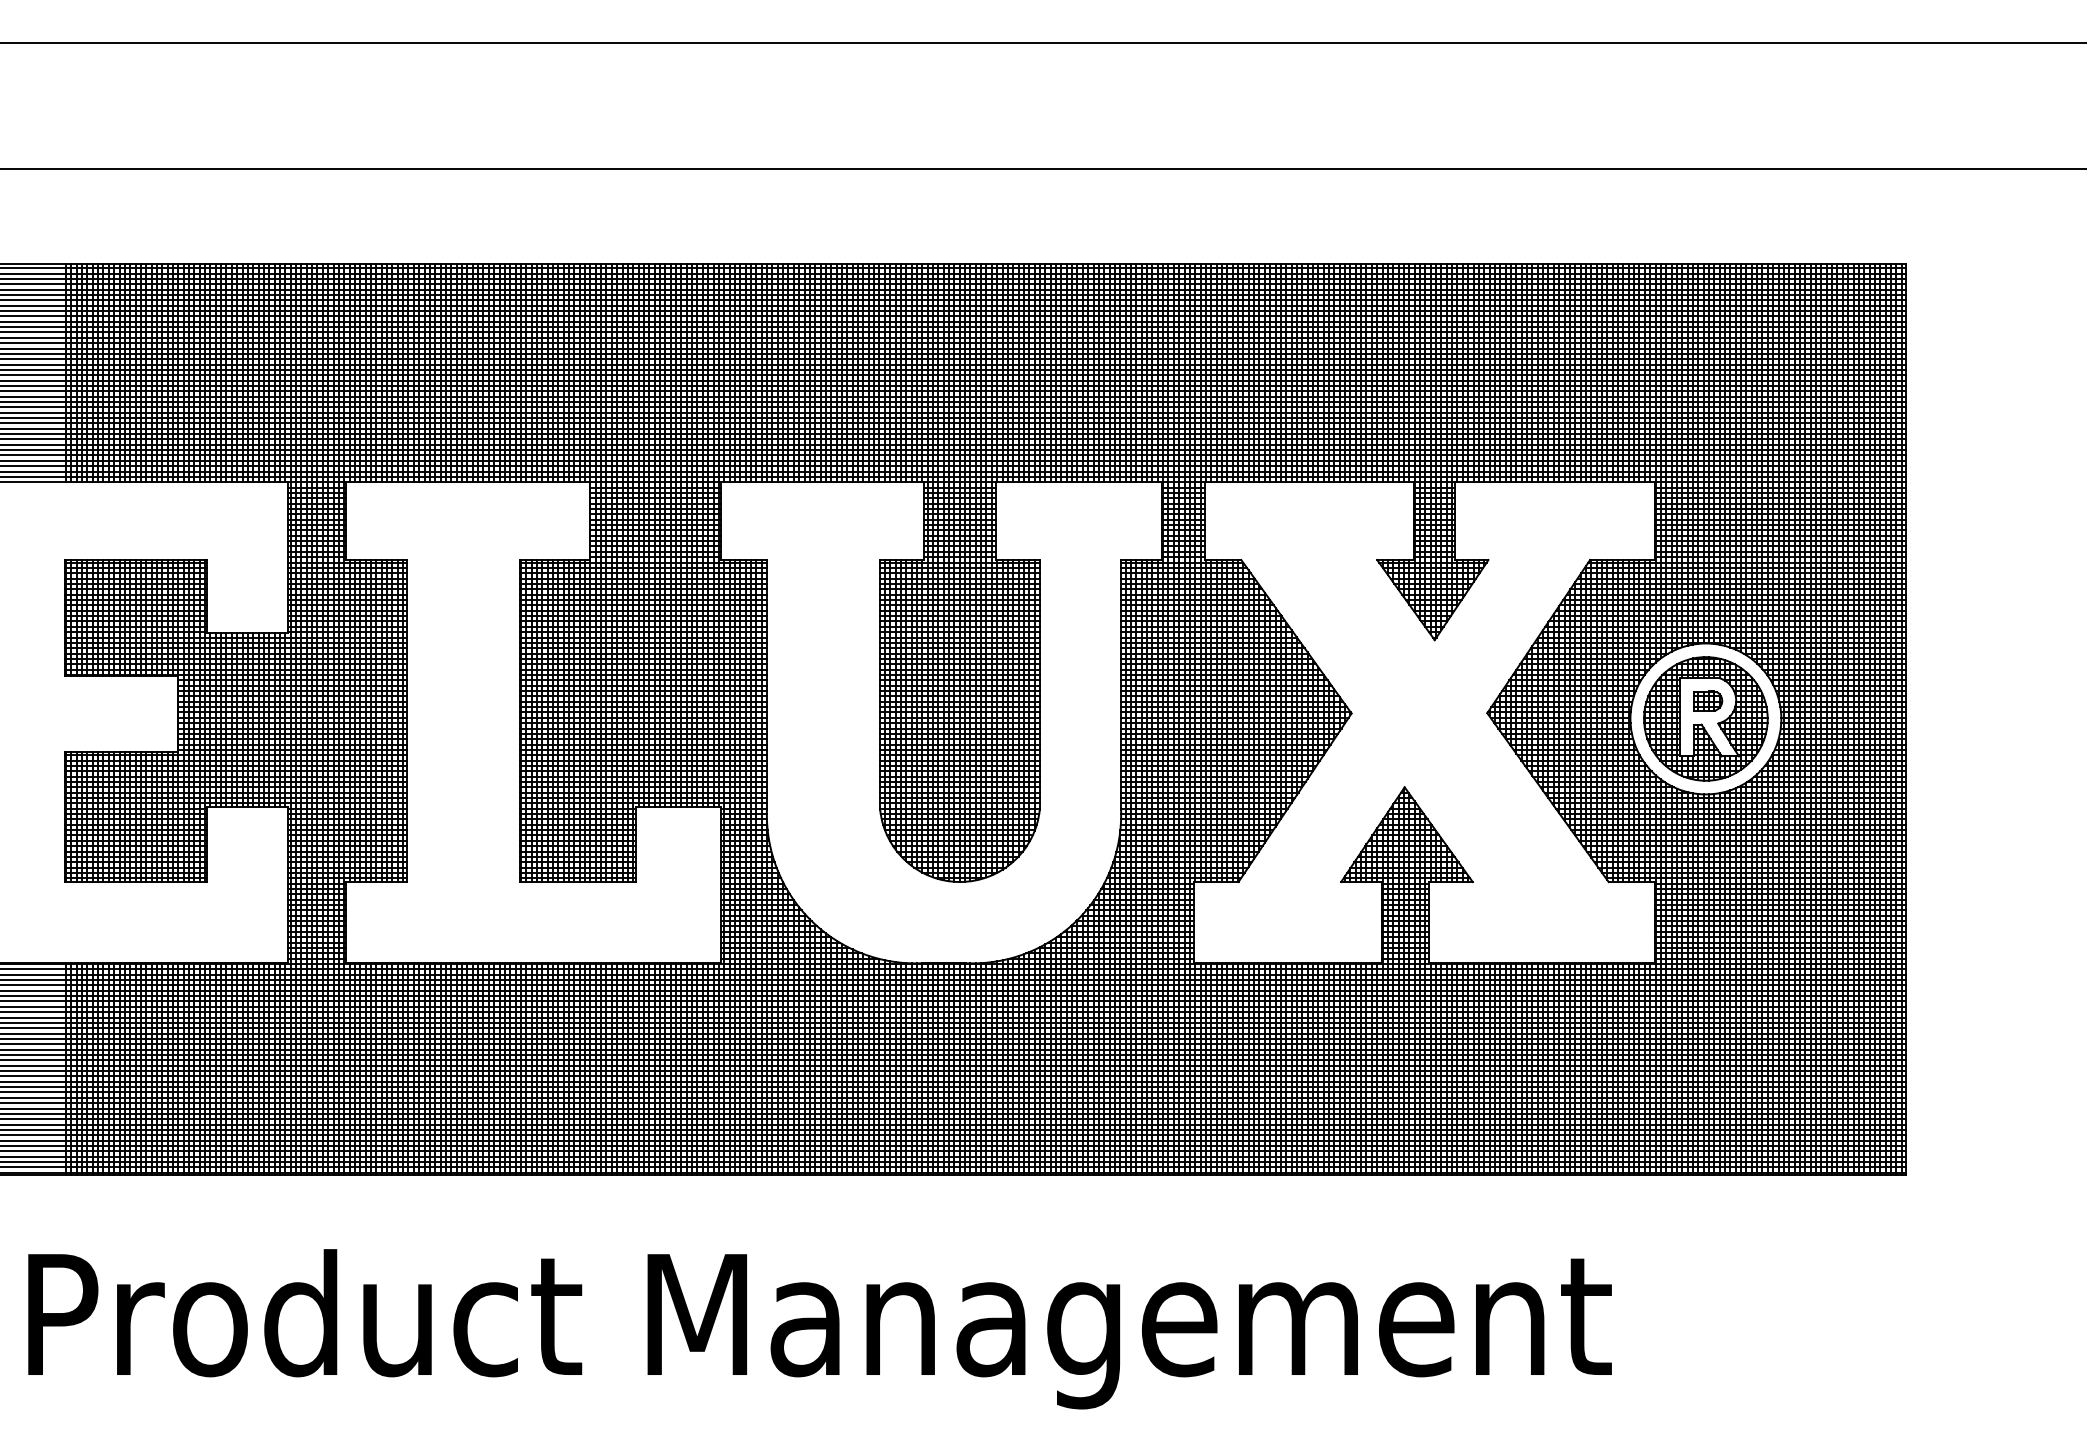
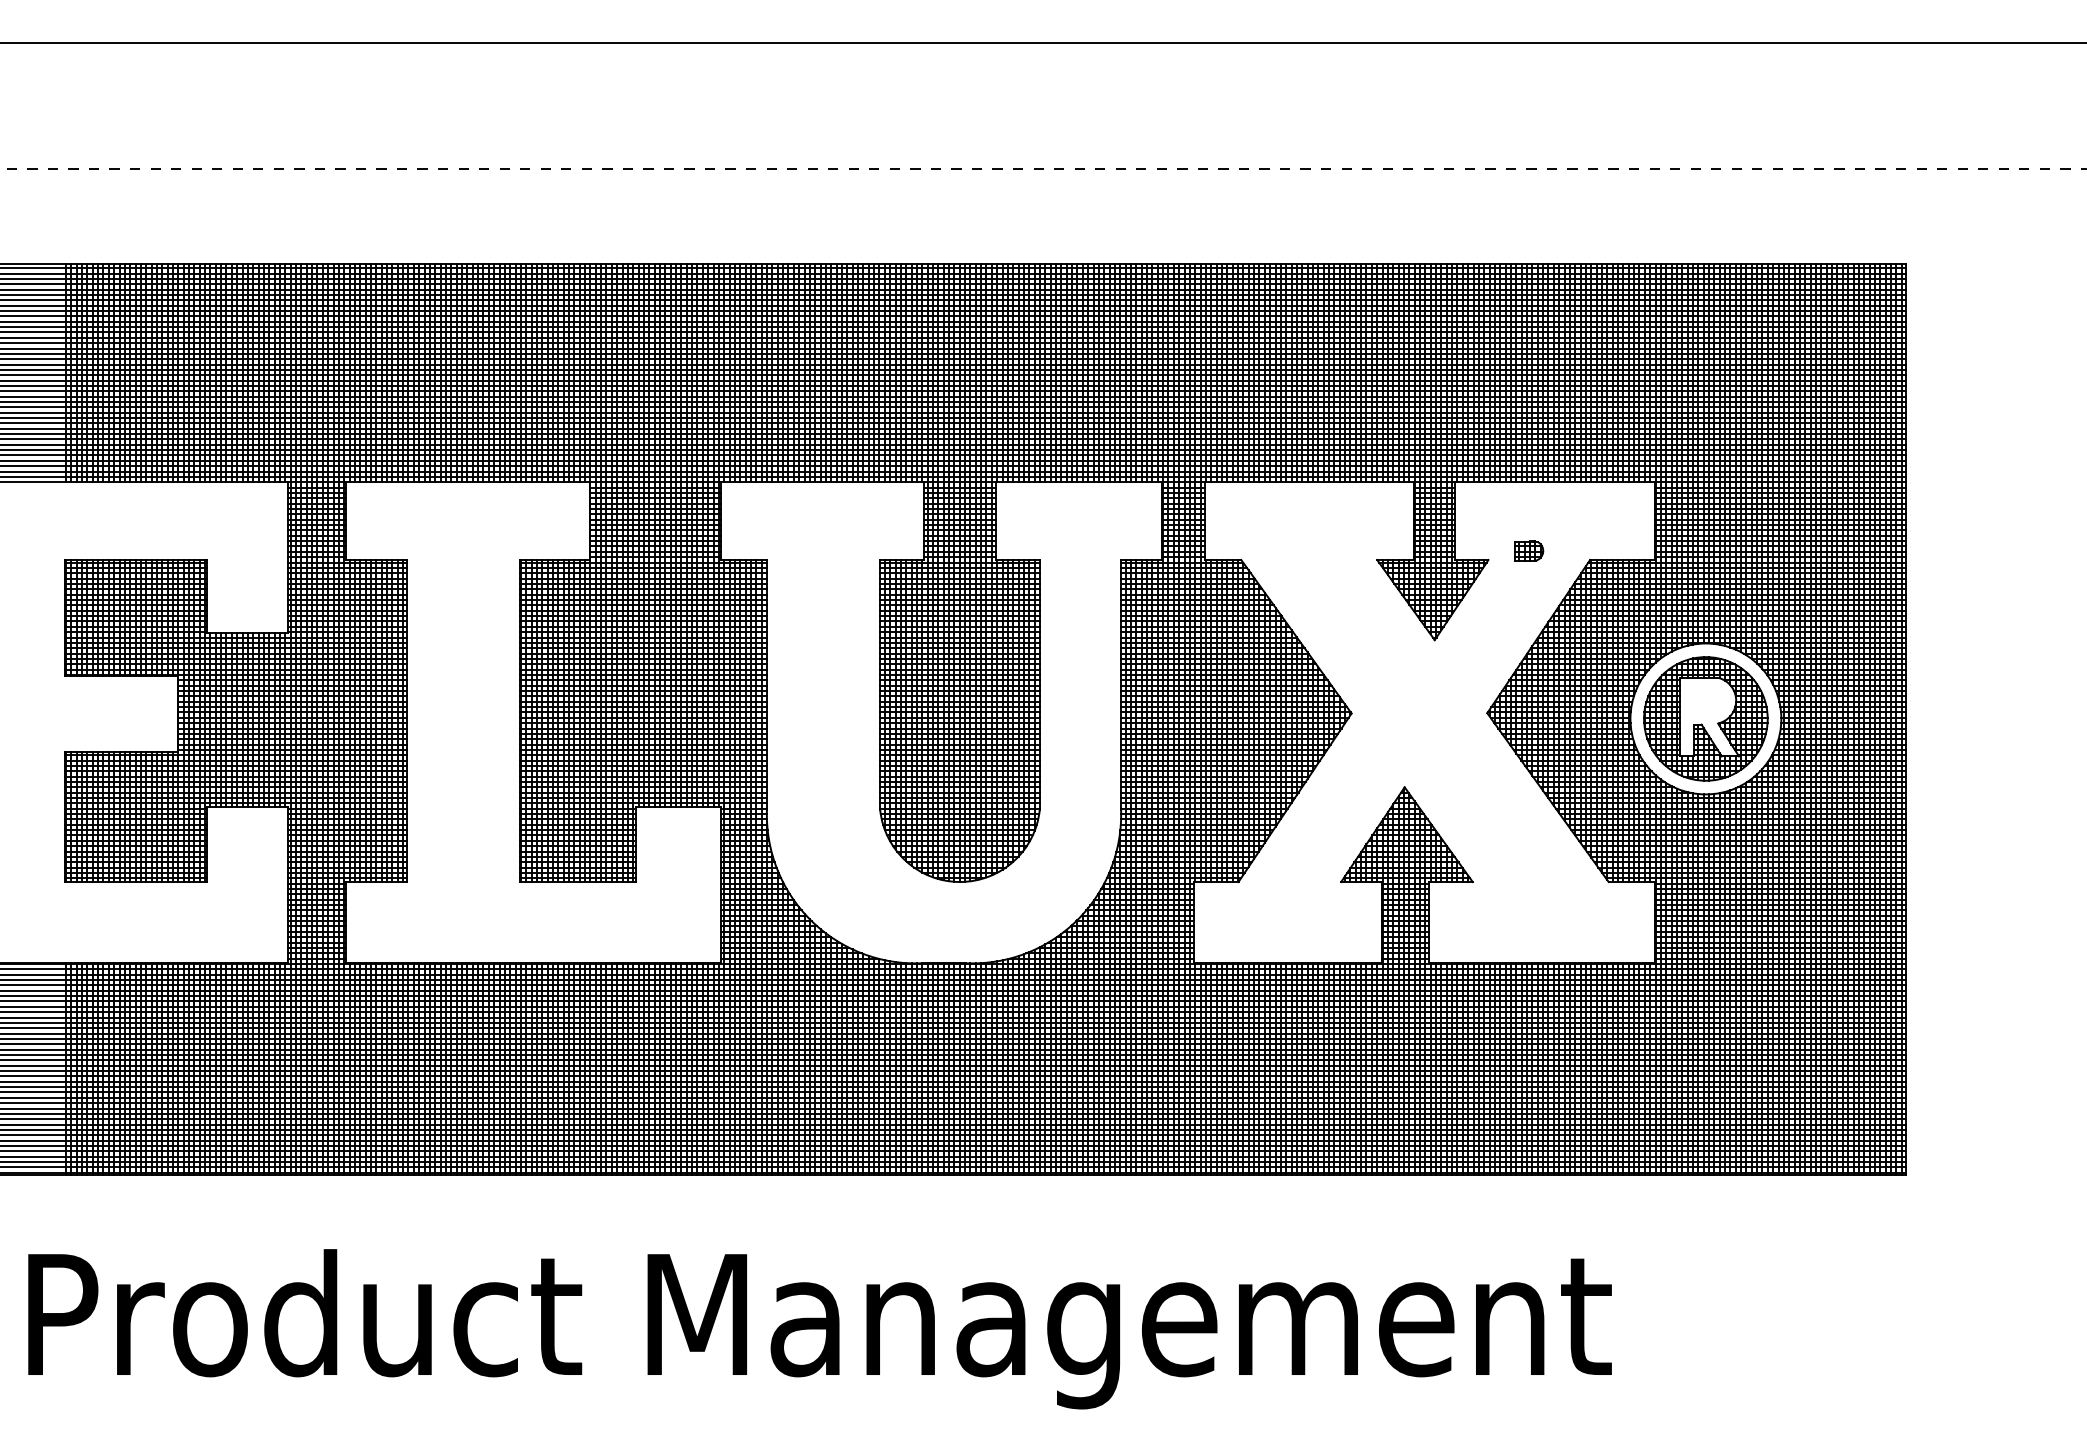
line at (1043, 169): solid -> dashed
part at (1708, 700) position: (1708, 700) -> (1529, 550)
